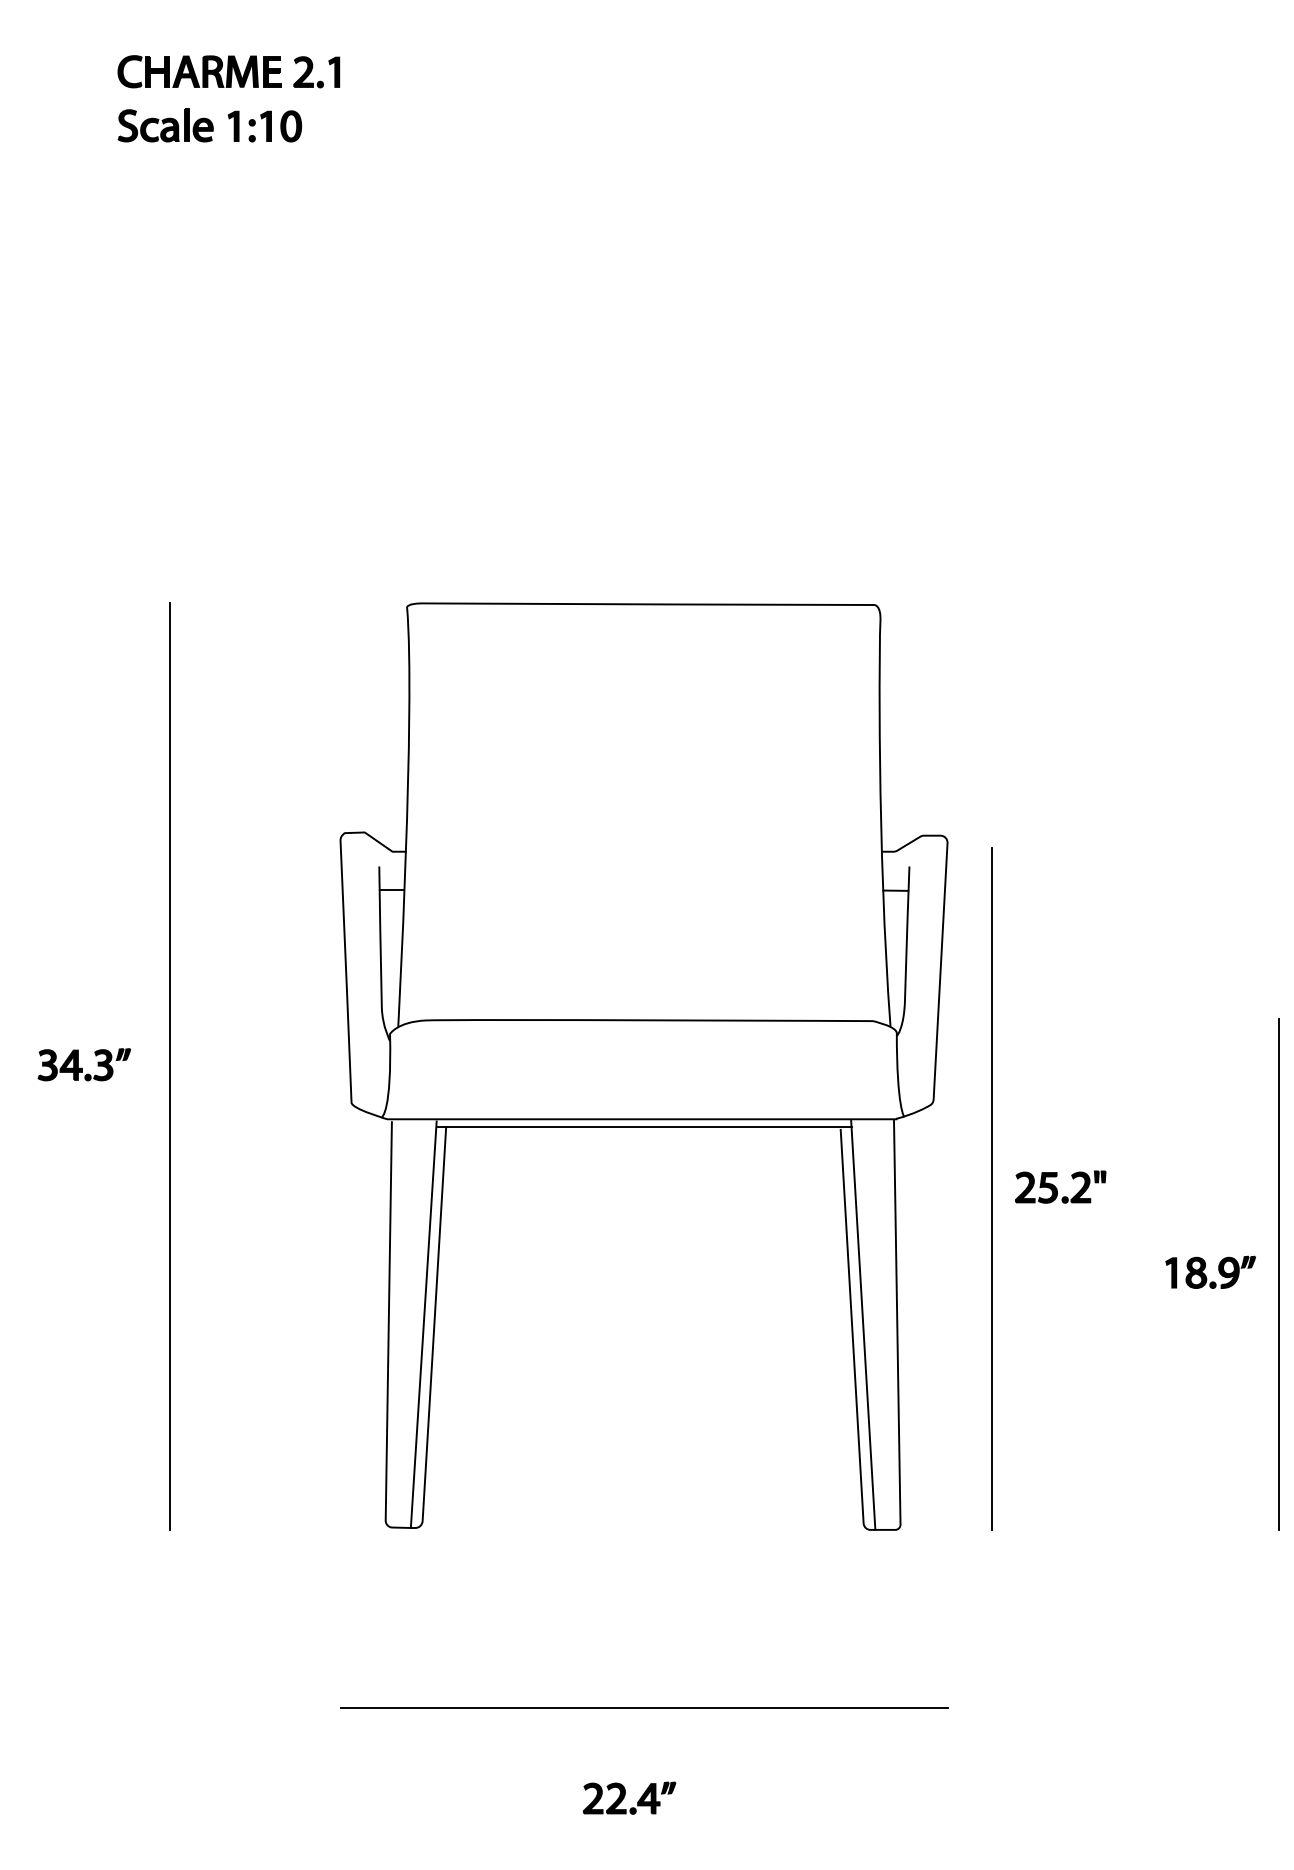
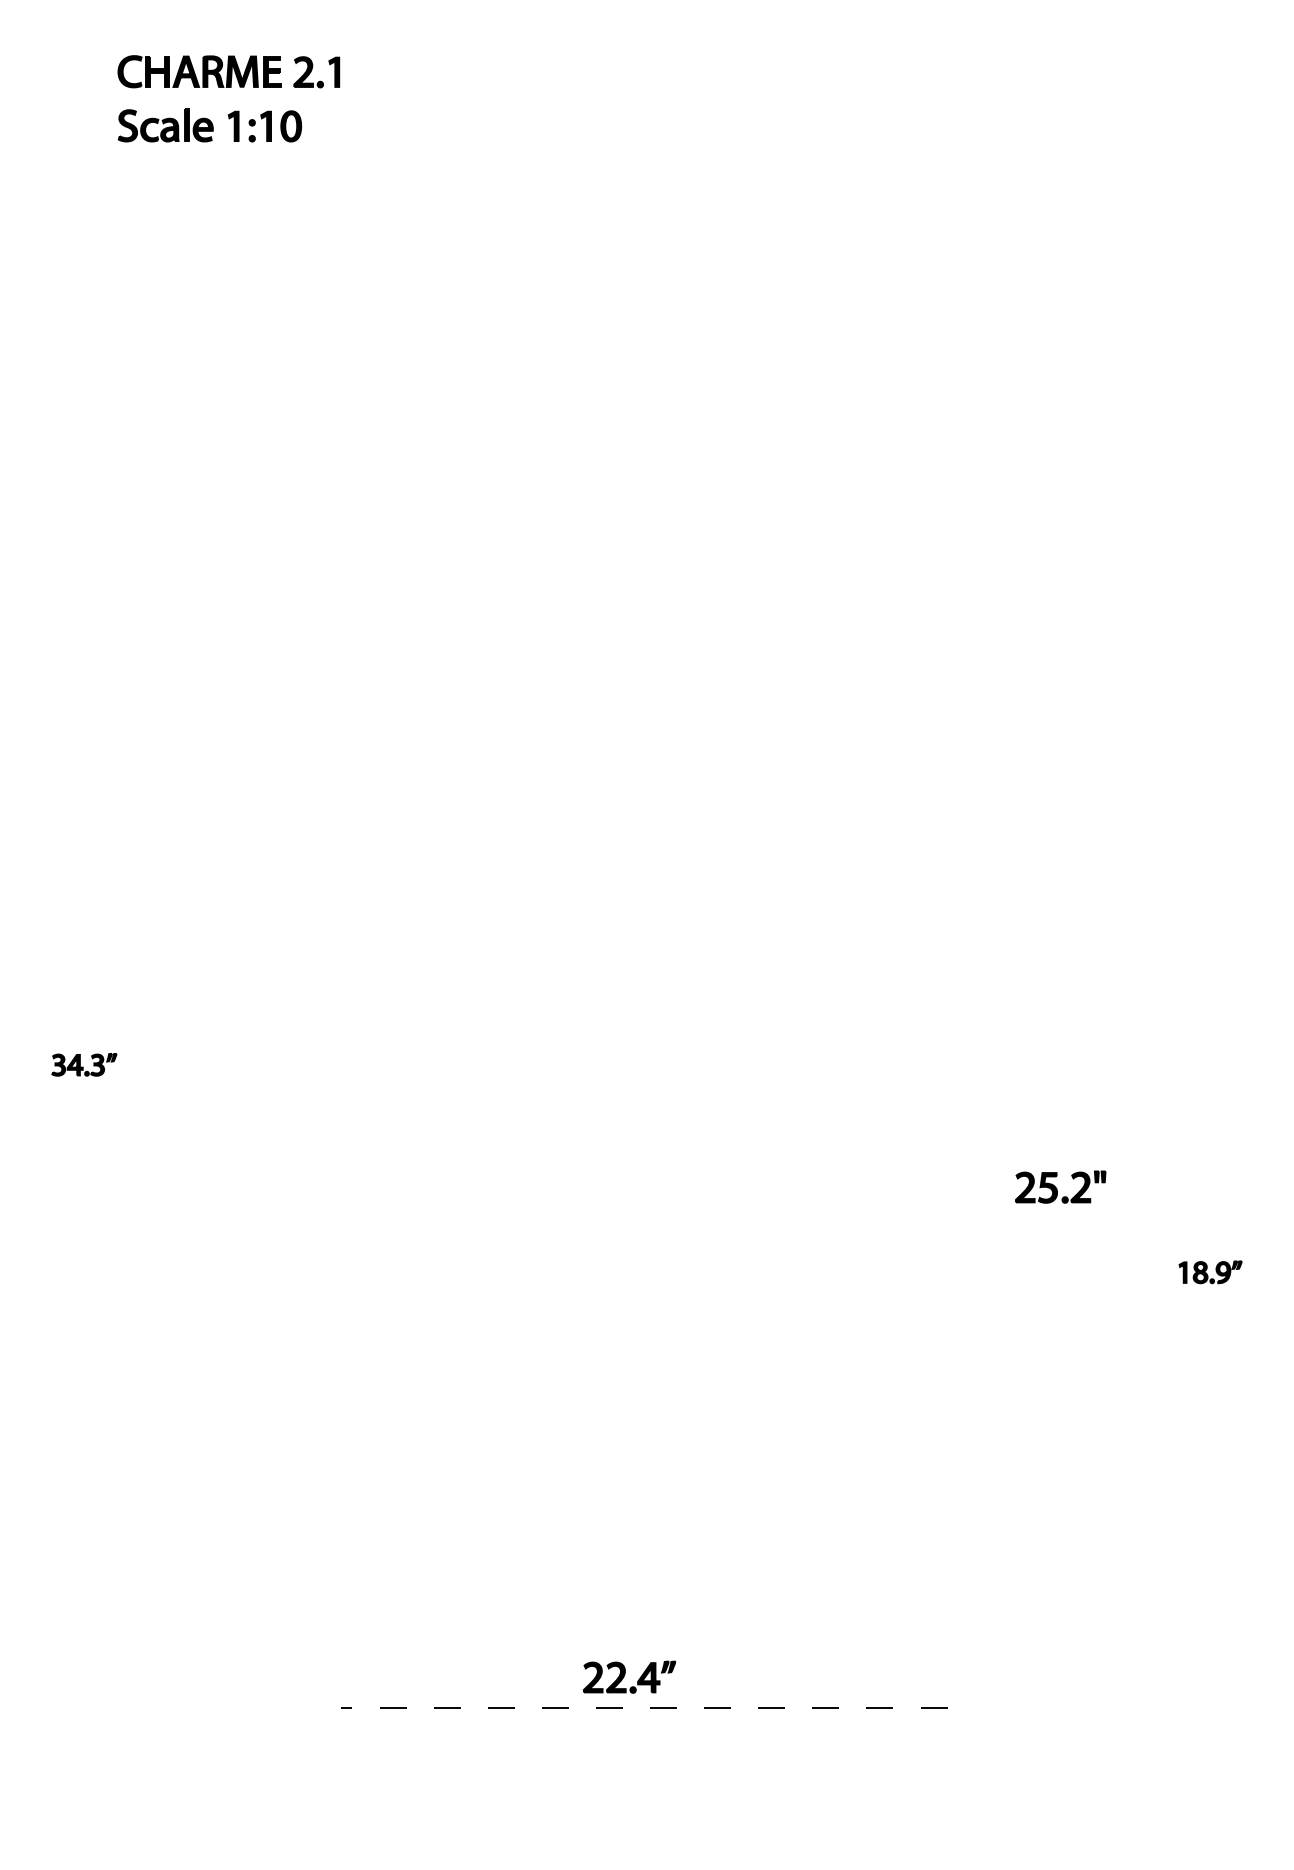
part at (84, 1064) size: 95x34 px -> 67x24 px
line at (169, 1066): present -> none
part at (643, 1066): present -> none
line at (991, 1188): present -> none
part at (1210, 1271) size: 91x34 px -> 65x25 px
line at (1278, 1273): present -> none
line at (644, 1707): solid -> dashed
part at (629, 1797) position: (629, 1797) -> (629, 1676)
